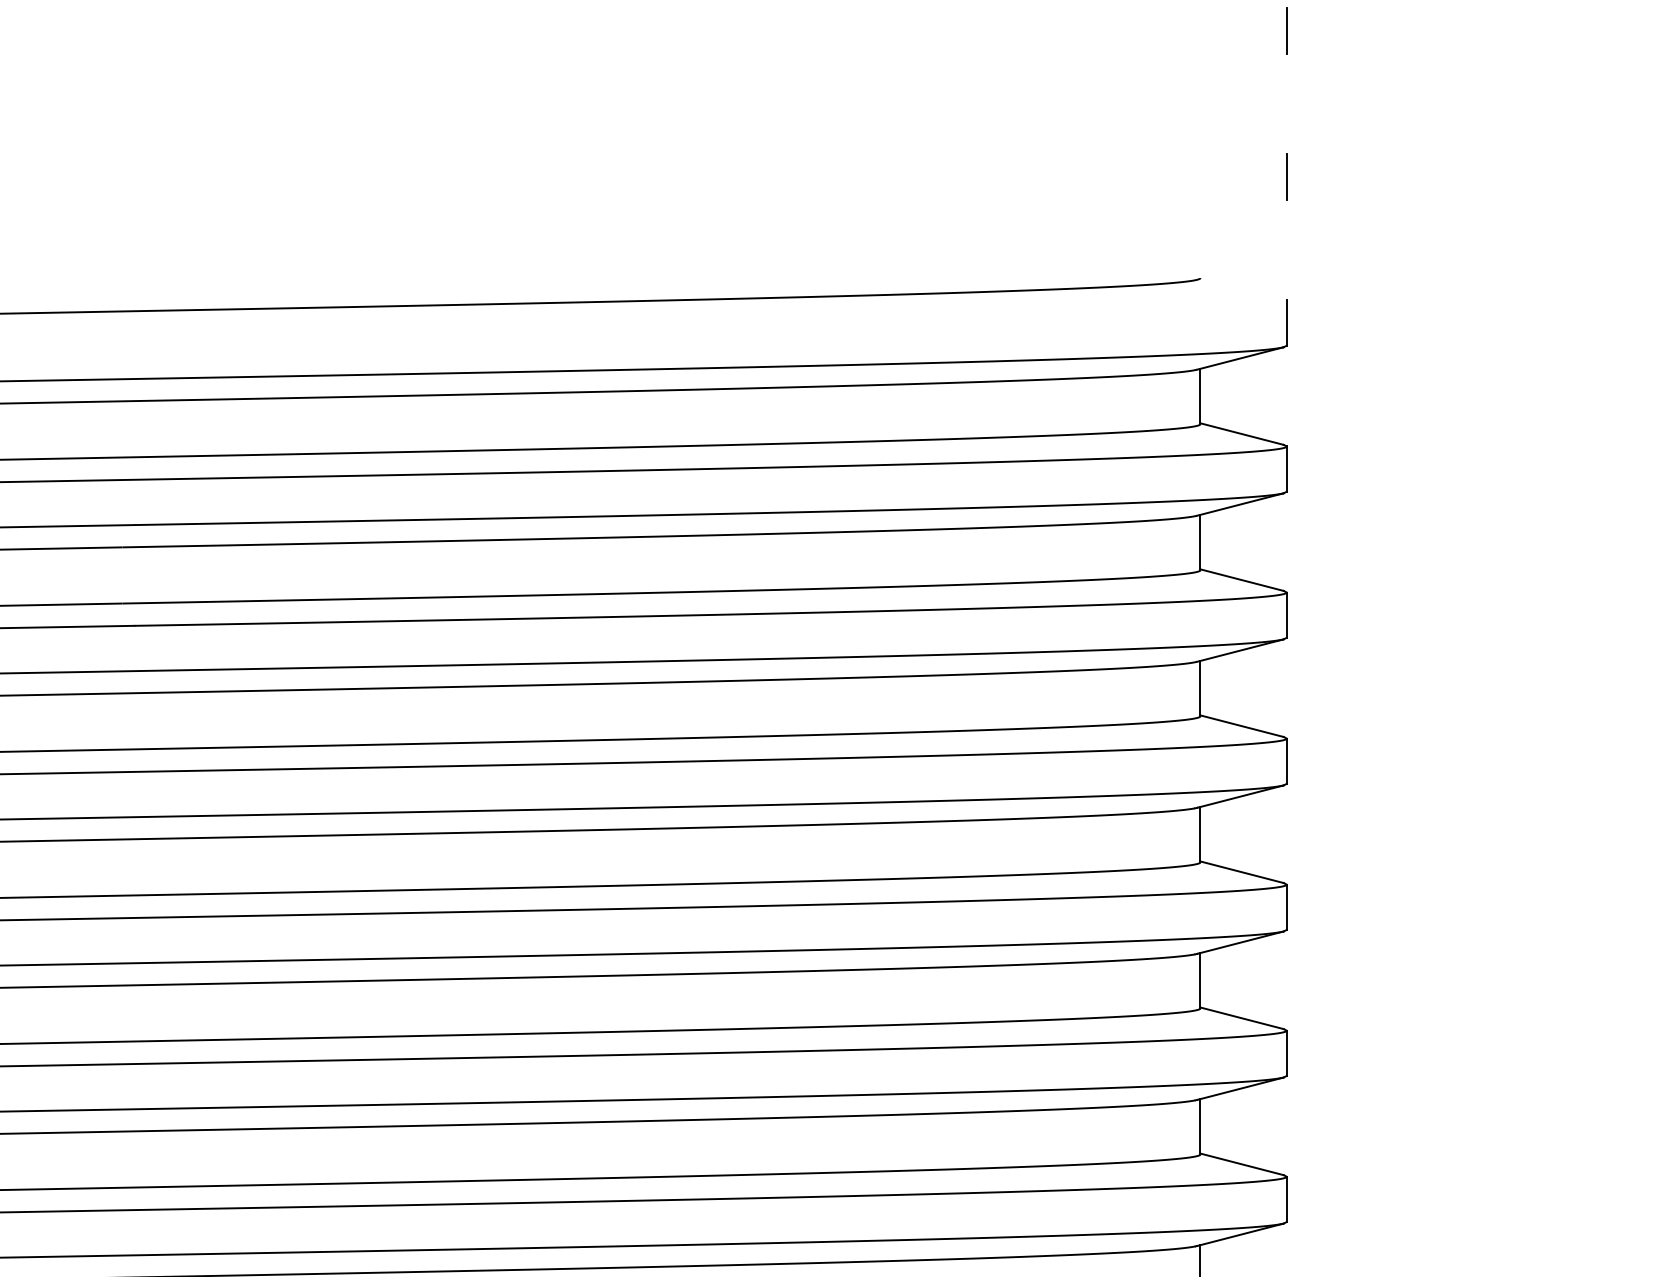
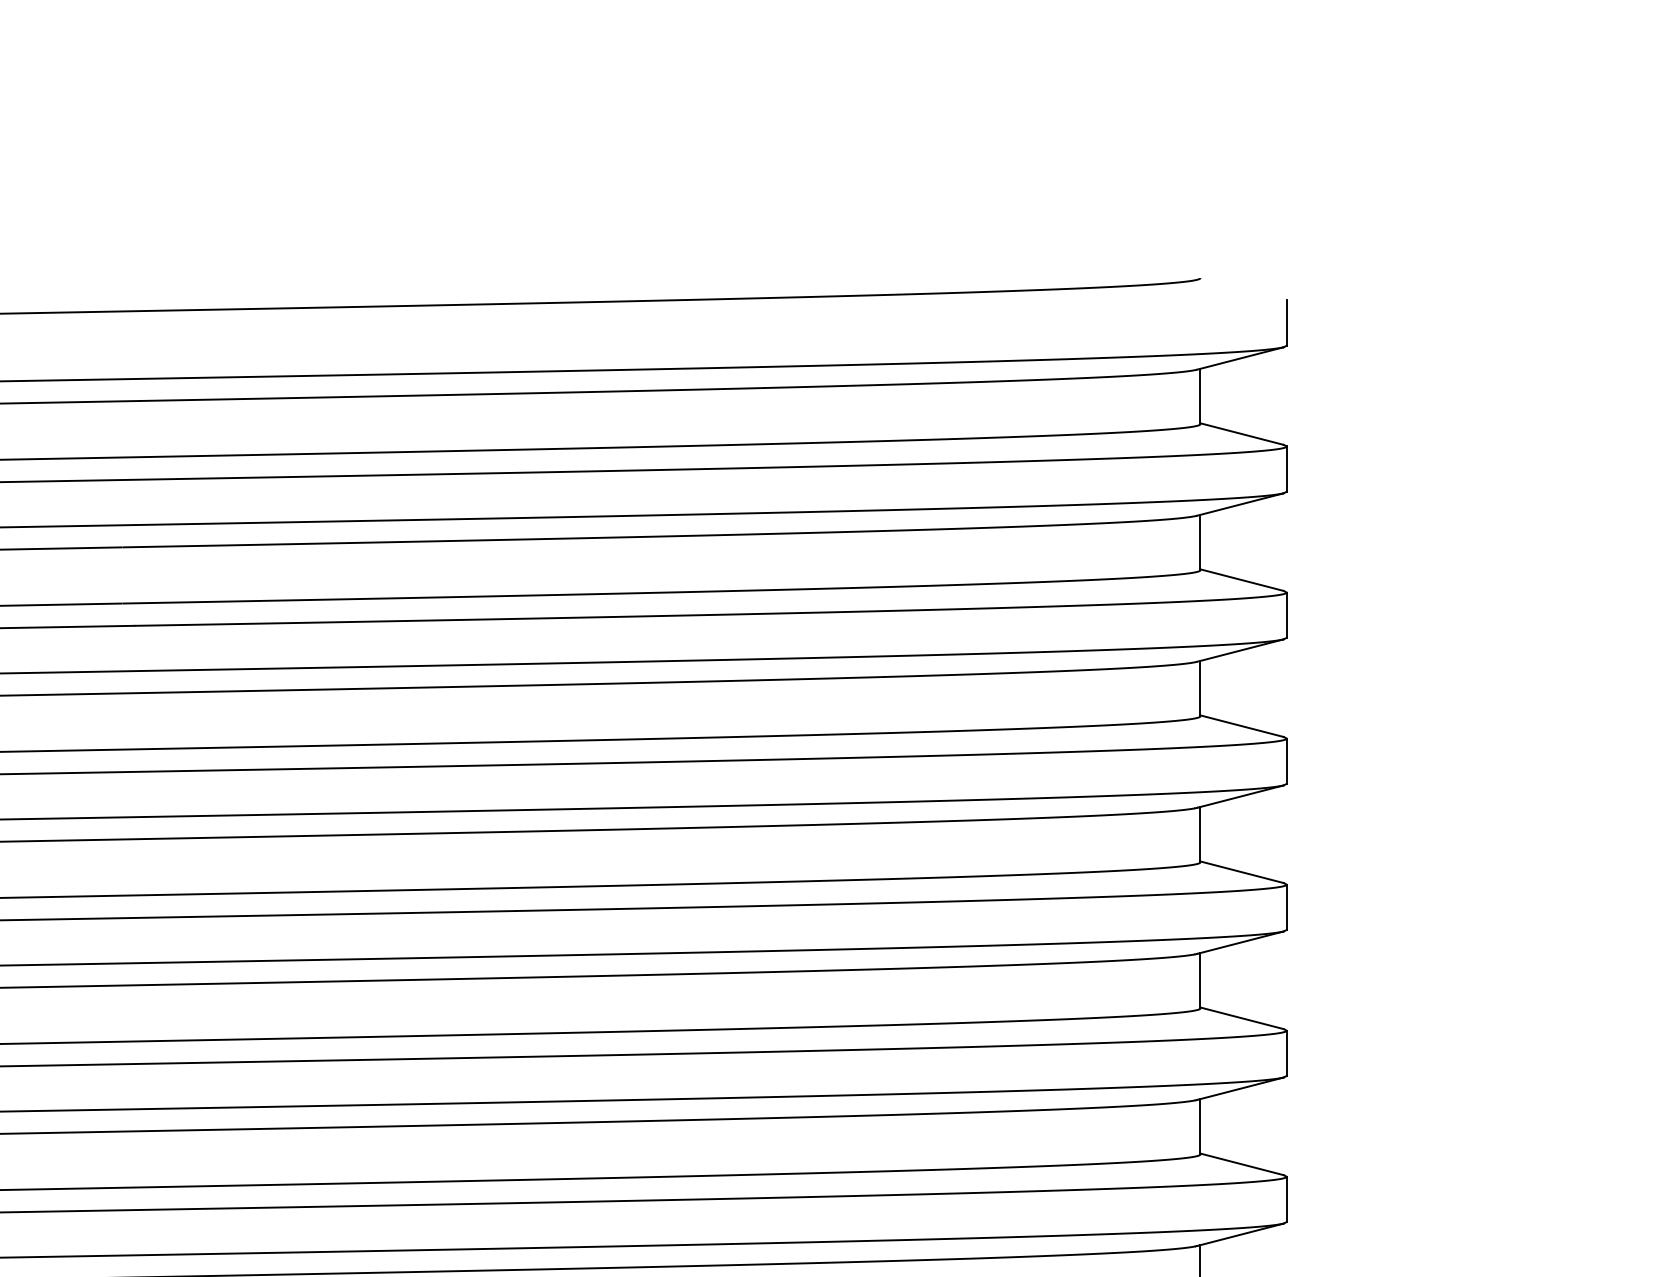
line at (1286, 30): present -> none
line at (1286, 176): present -> none
